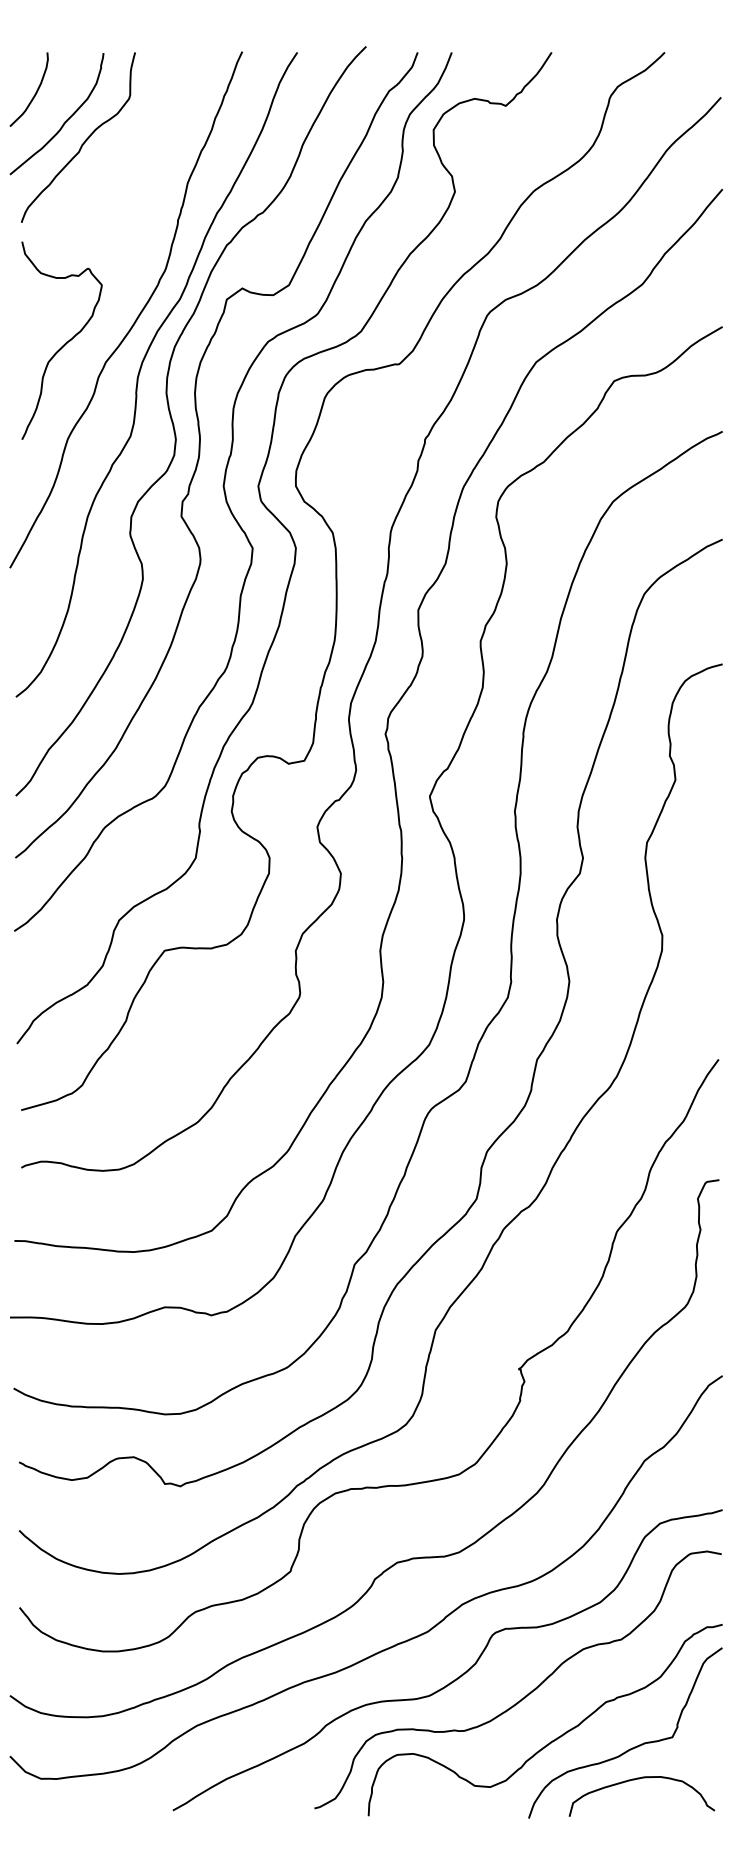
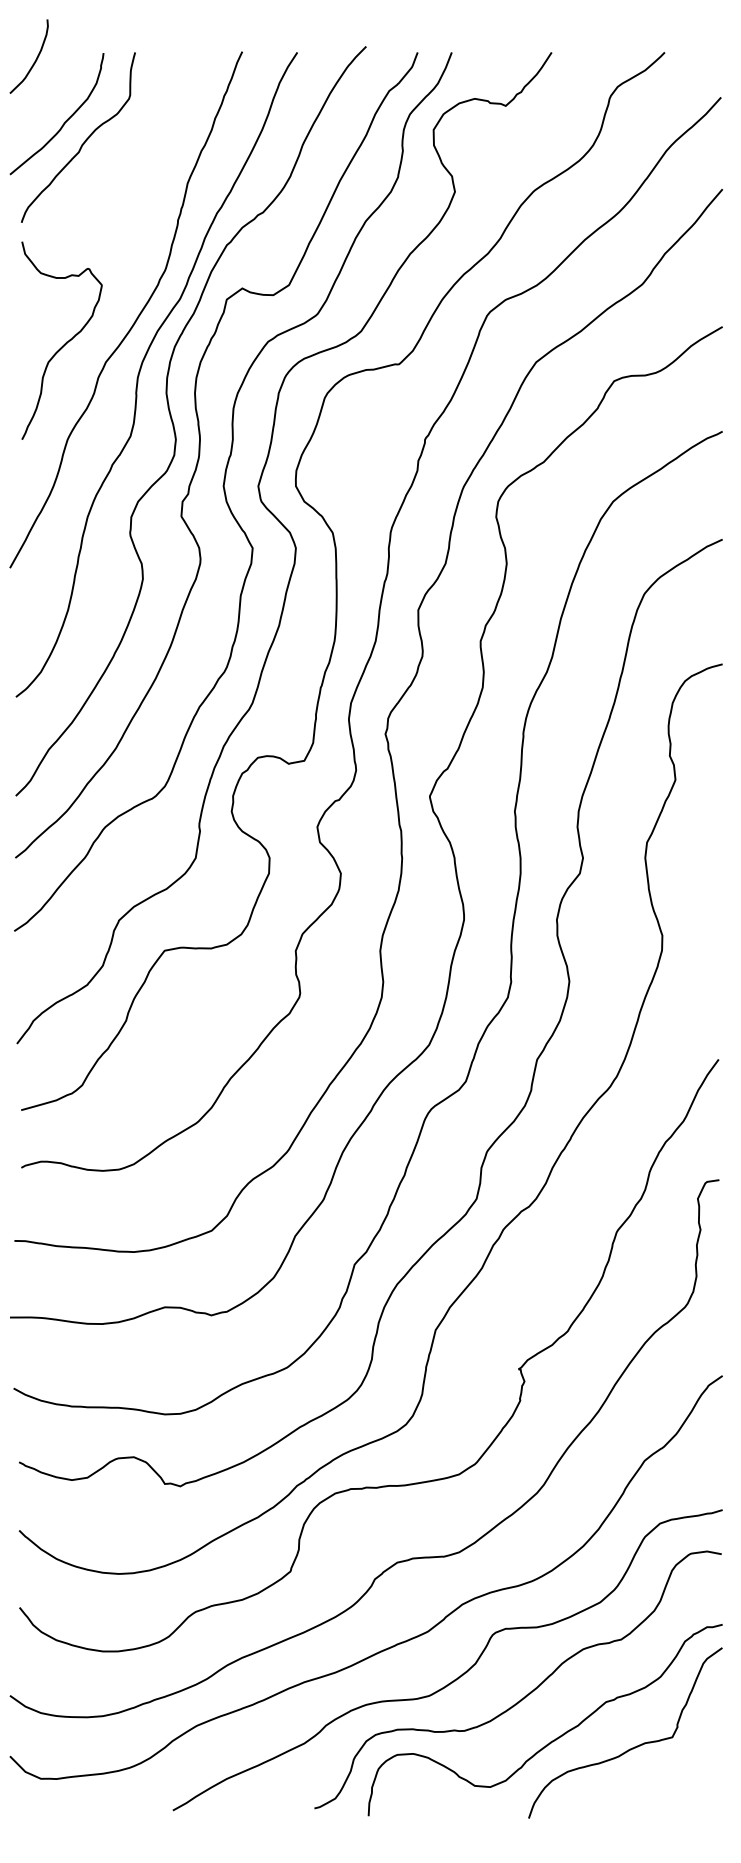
curve at (35, 92) position: (35, 92) -> (35, 59)
curve at (639, 1779): present -> none
